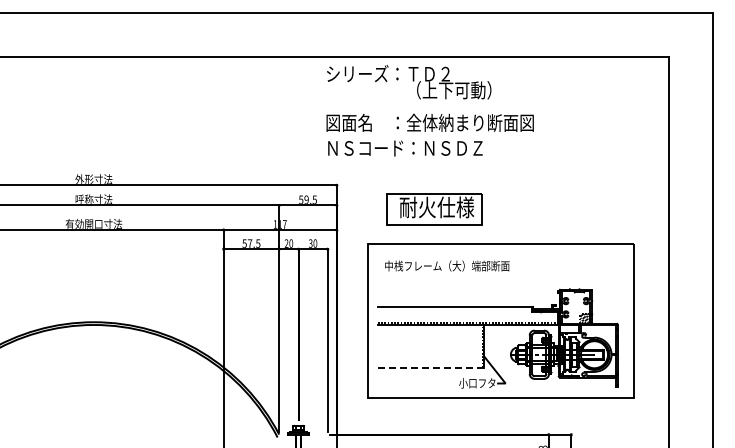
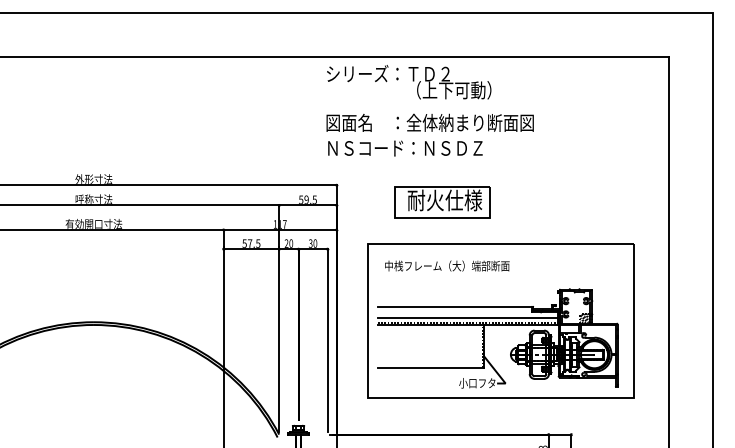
part at (434, 209) position: (434, 209) -> (442, 202)
line at (467, 318): none -> present
line at (430, 367): dashed -> solid
